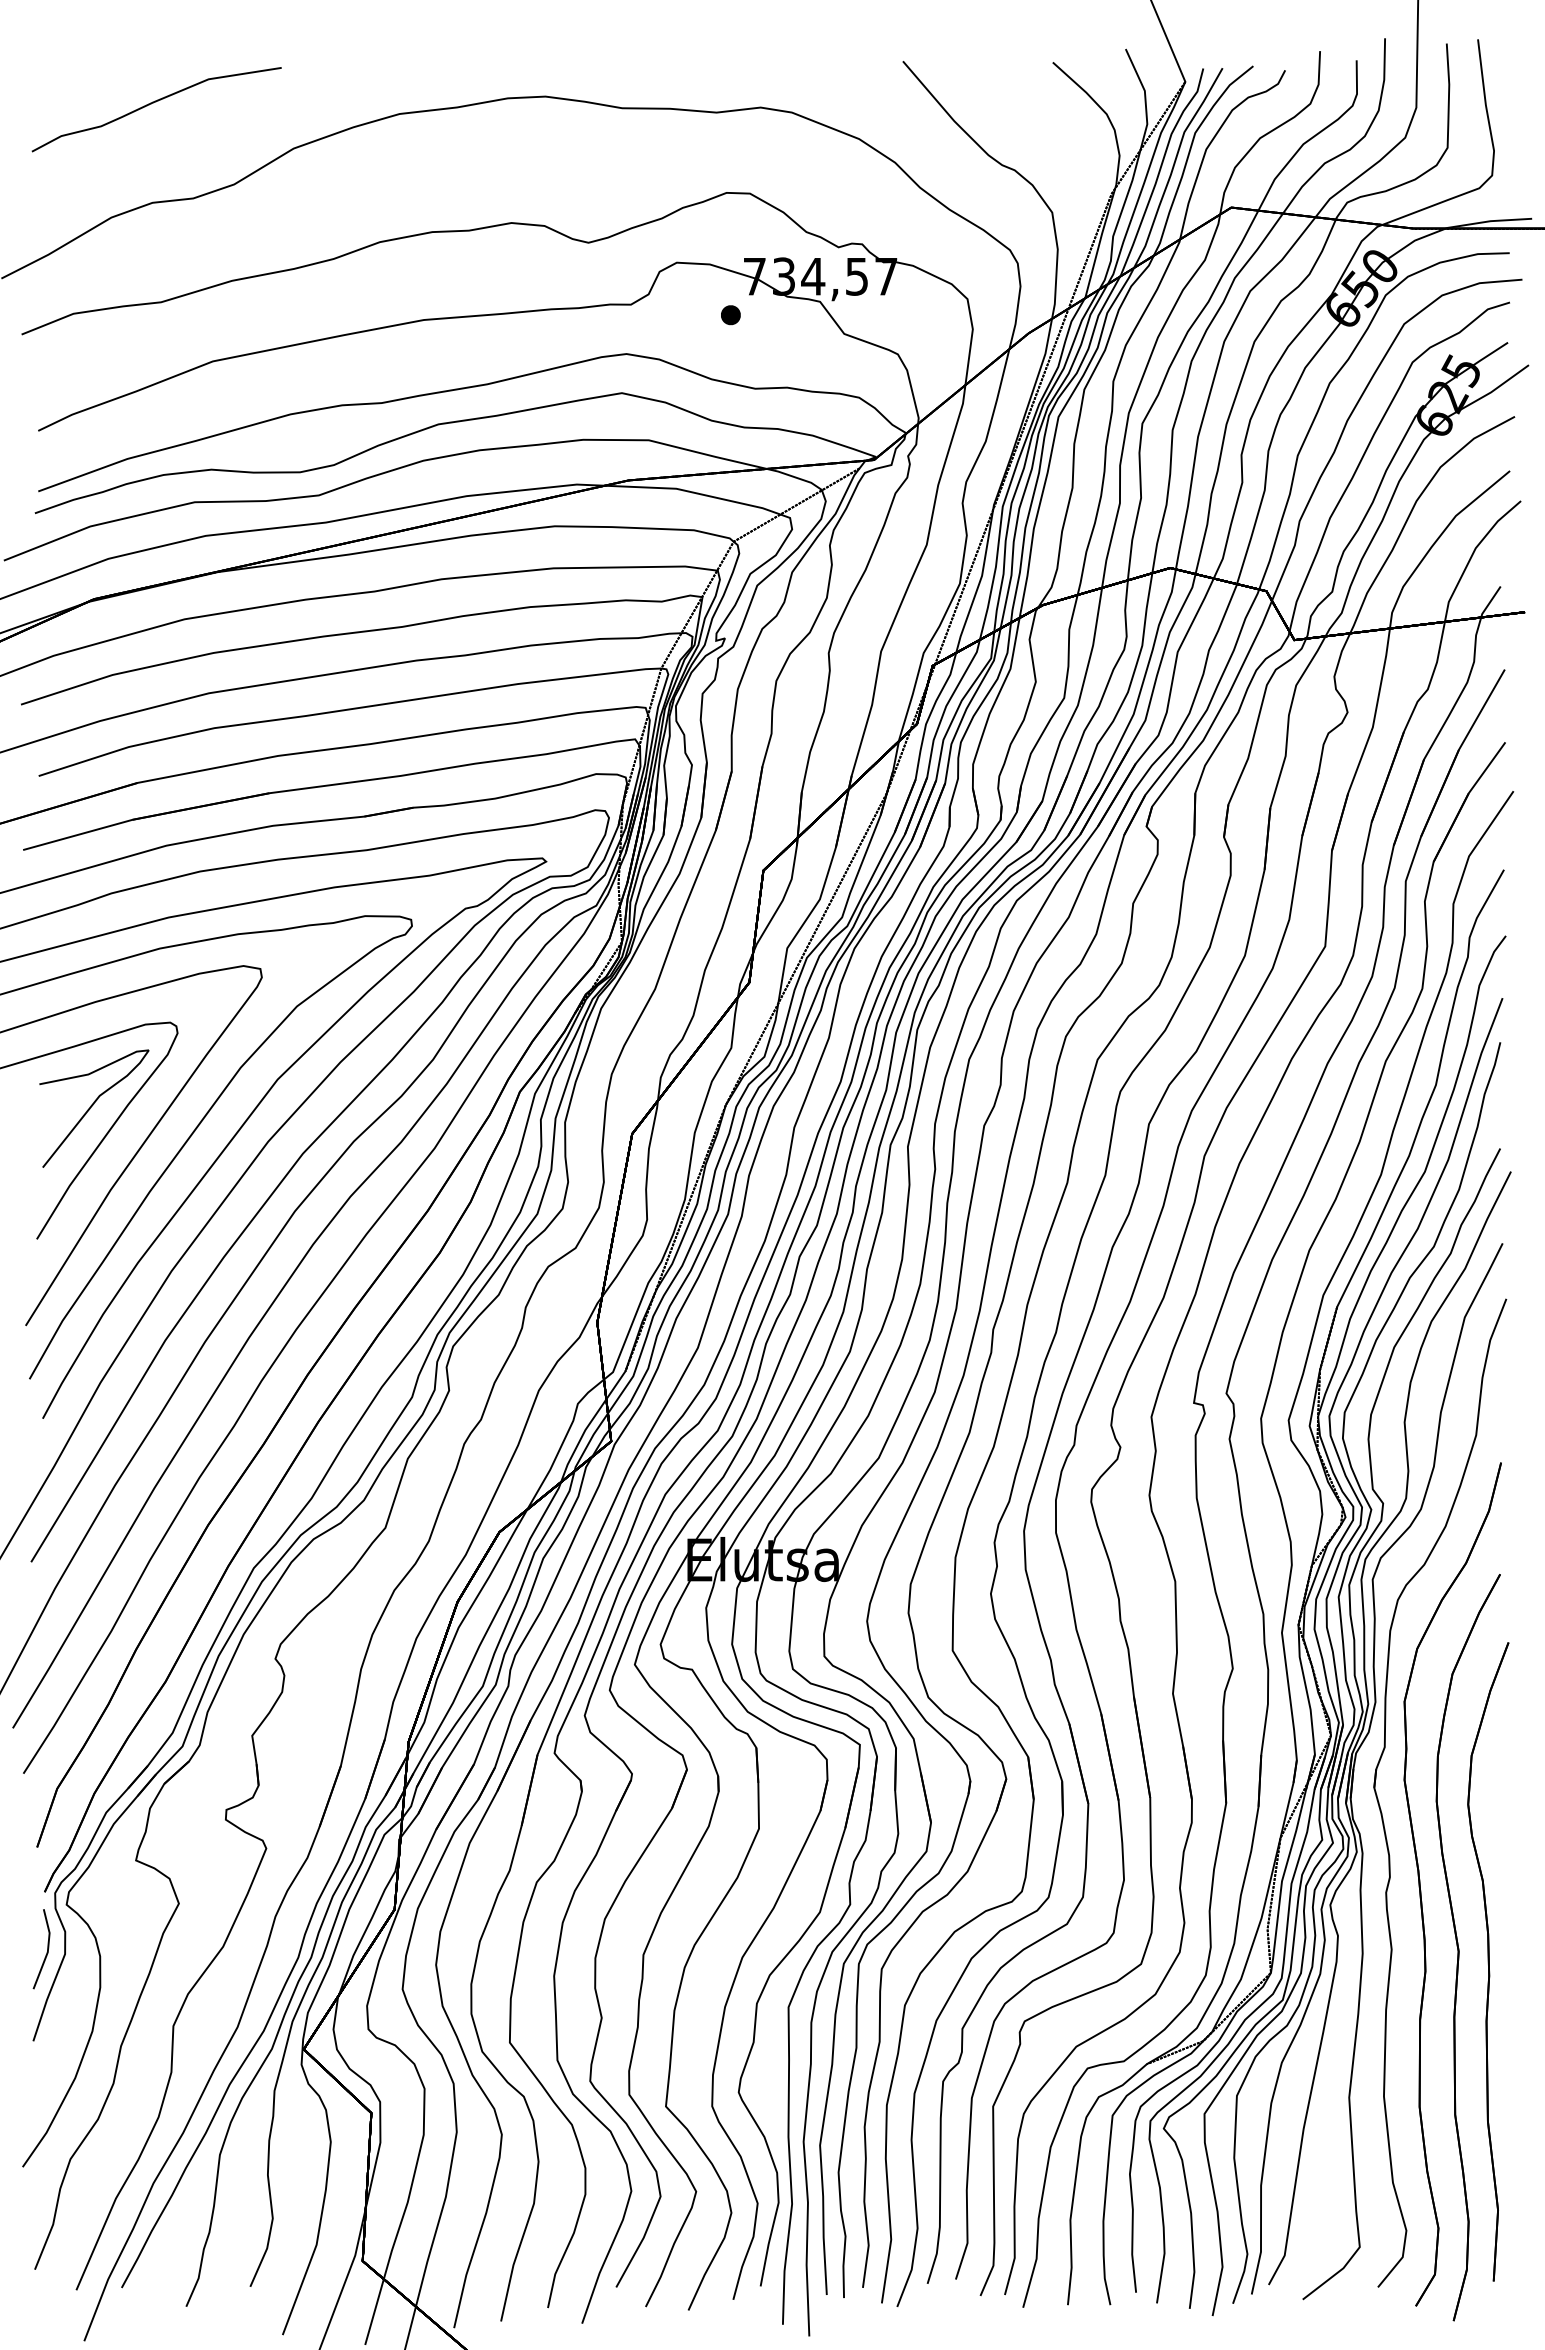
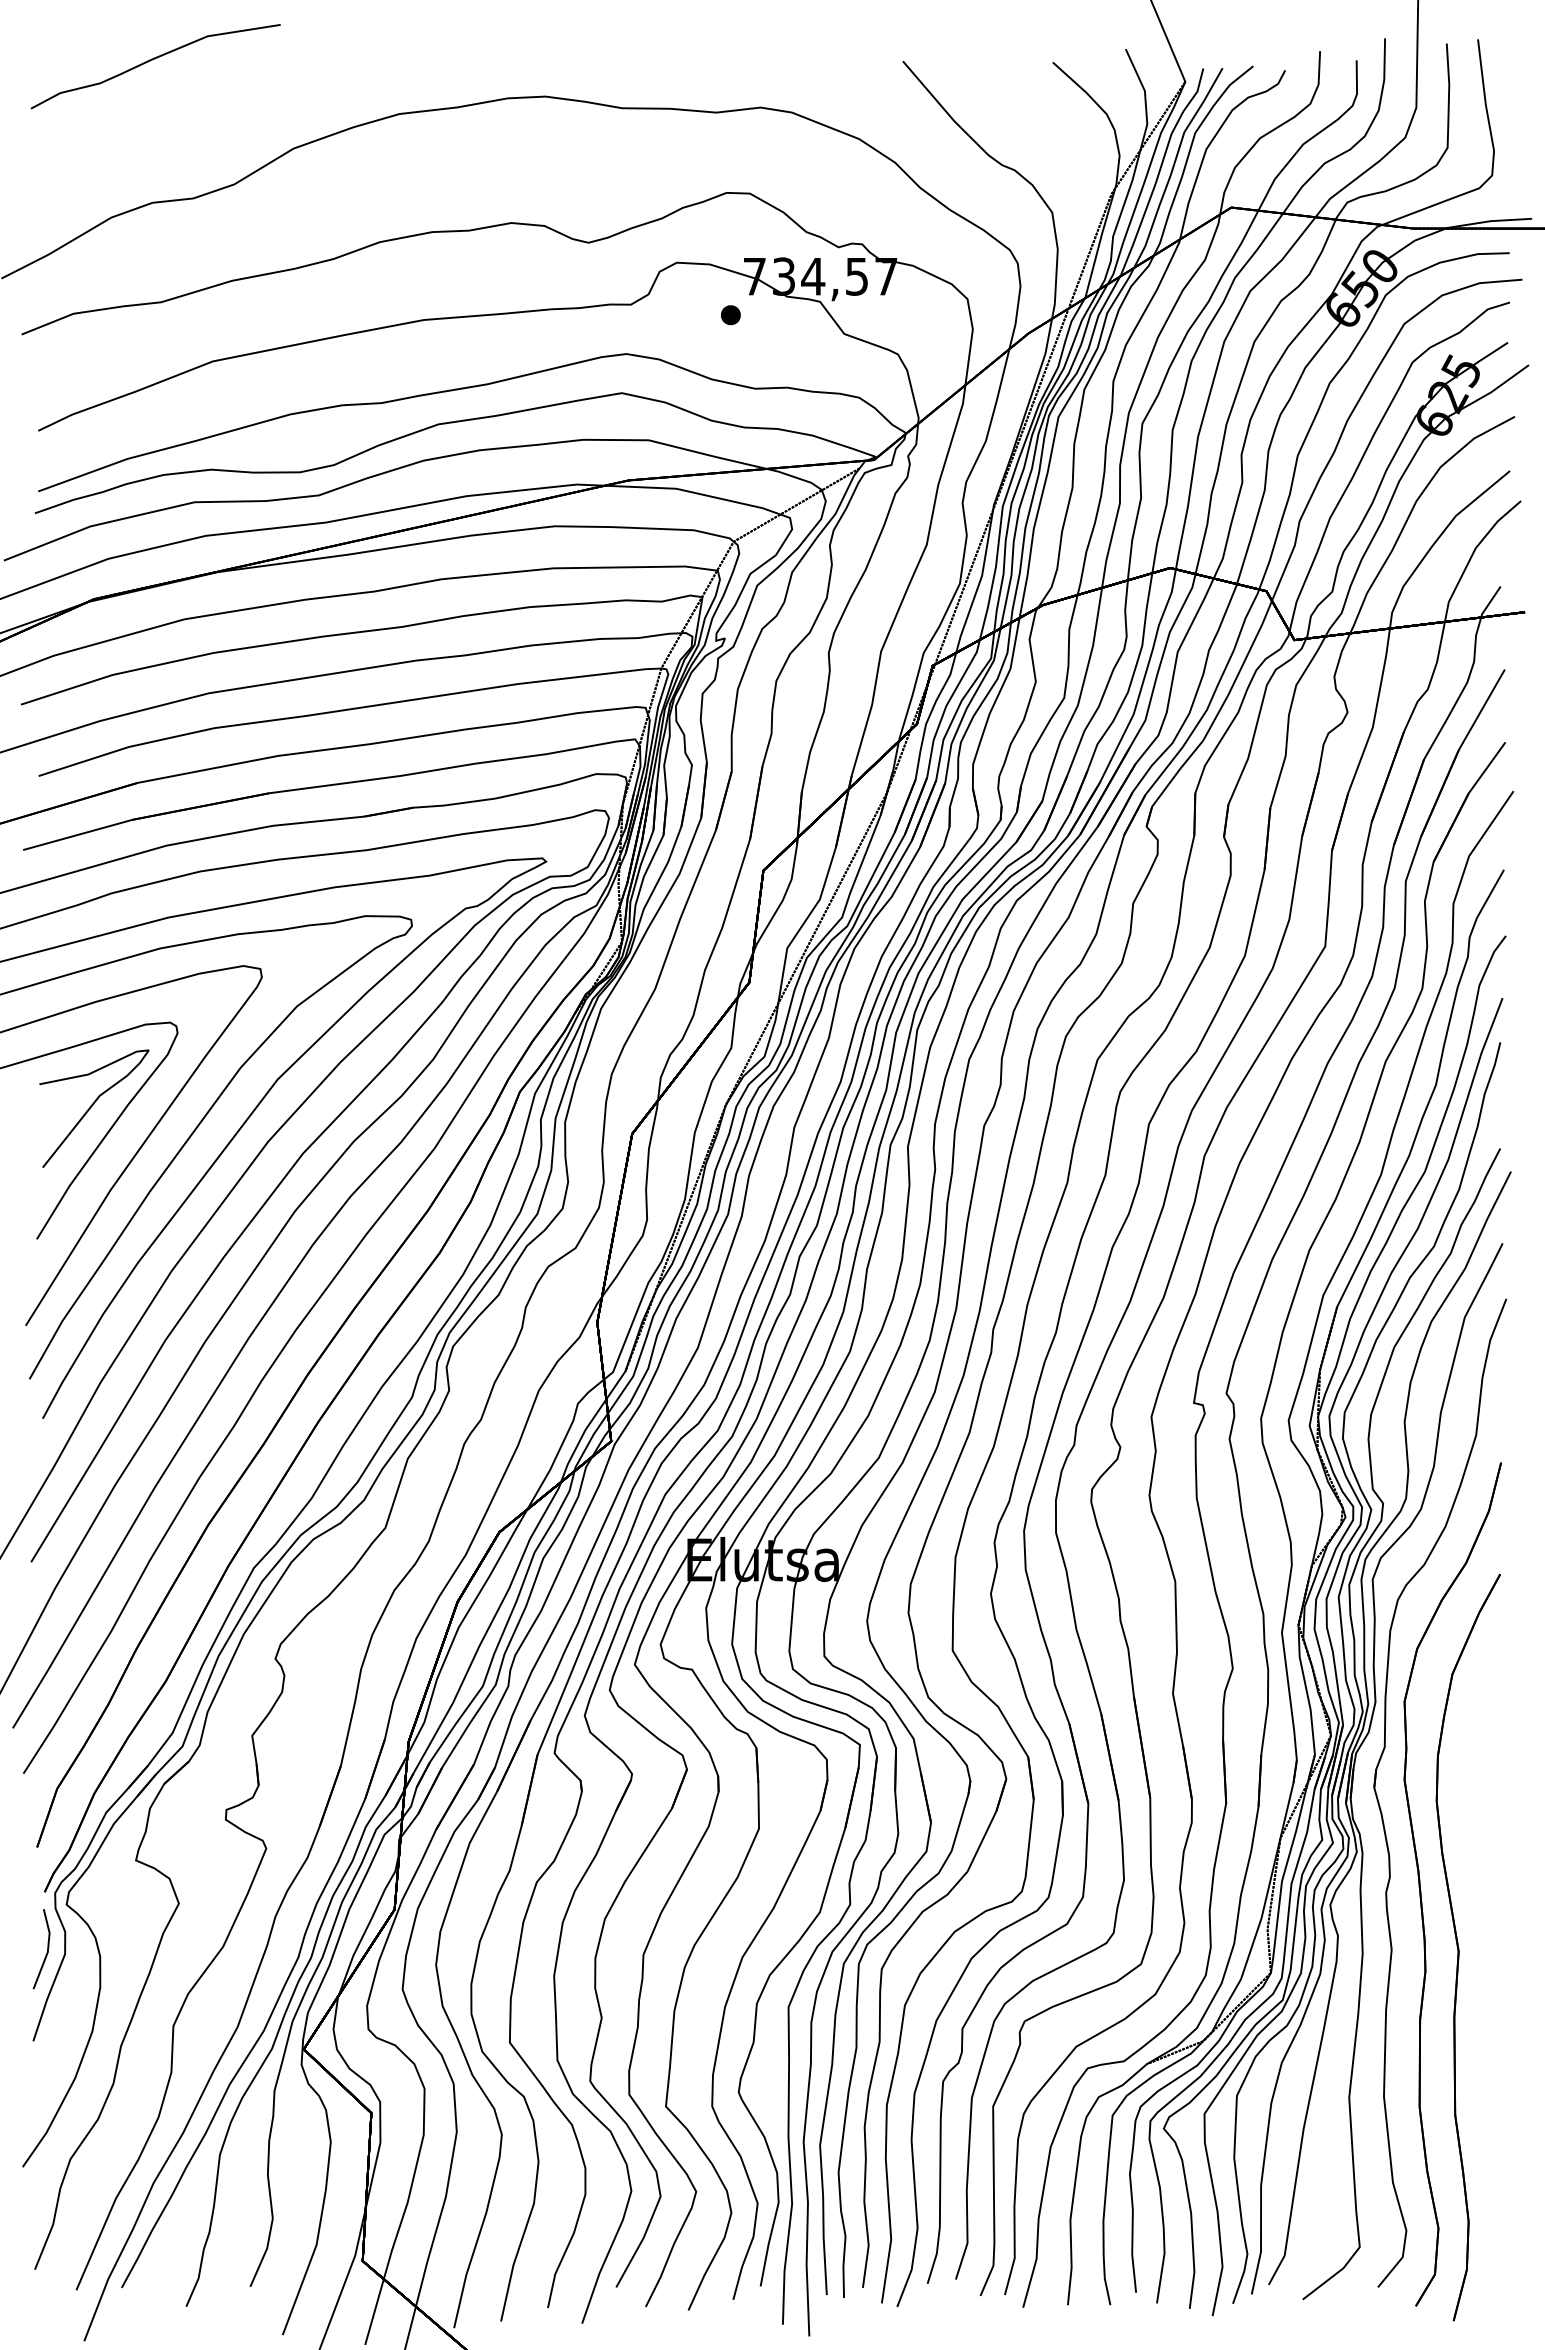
curve at (153, 103) position: (153, 103) -> (152, 60)
part at (1488, 1961): present -> none
